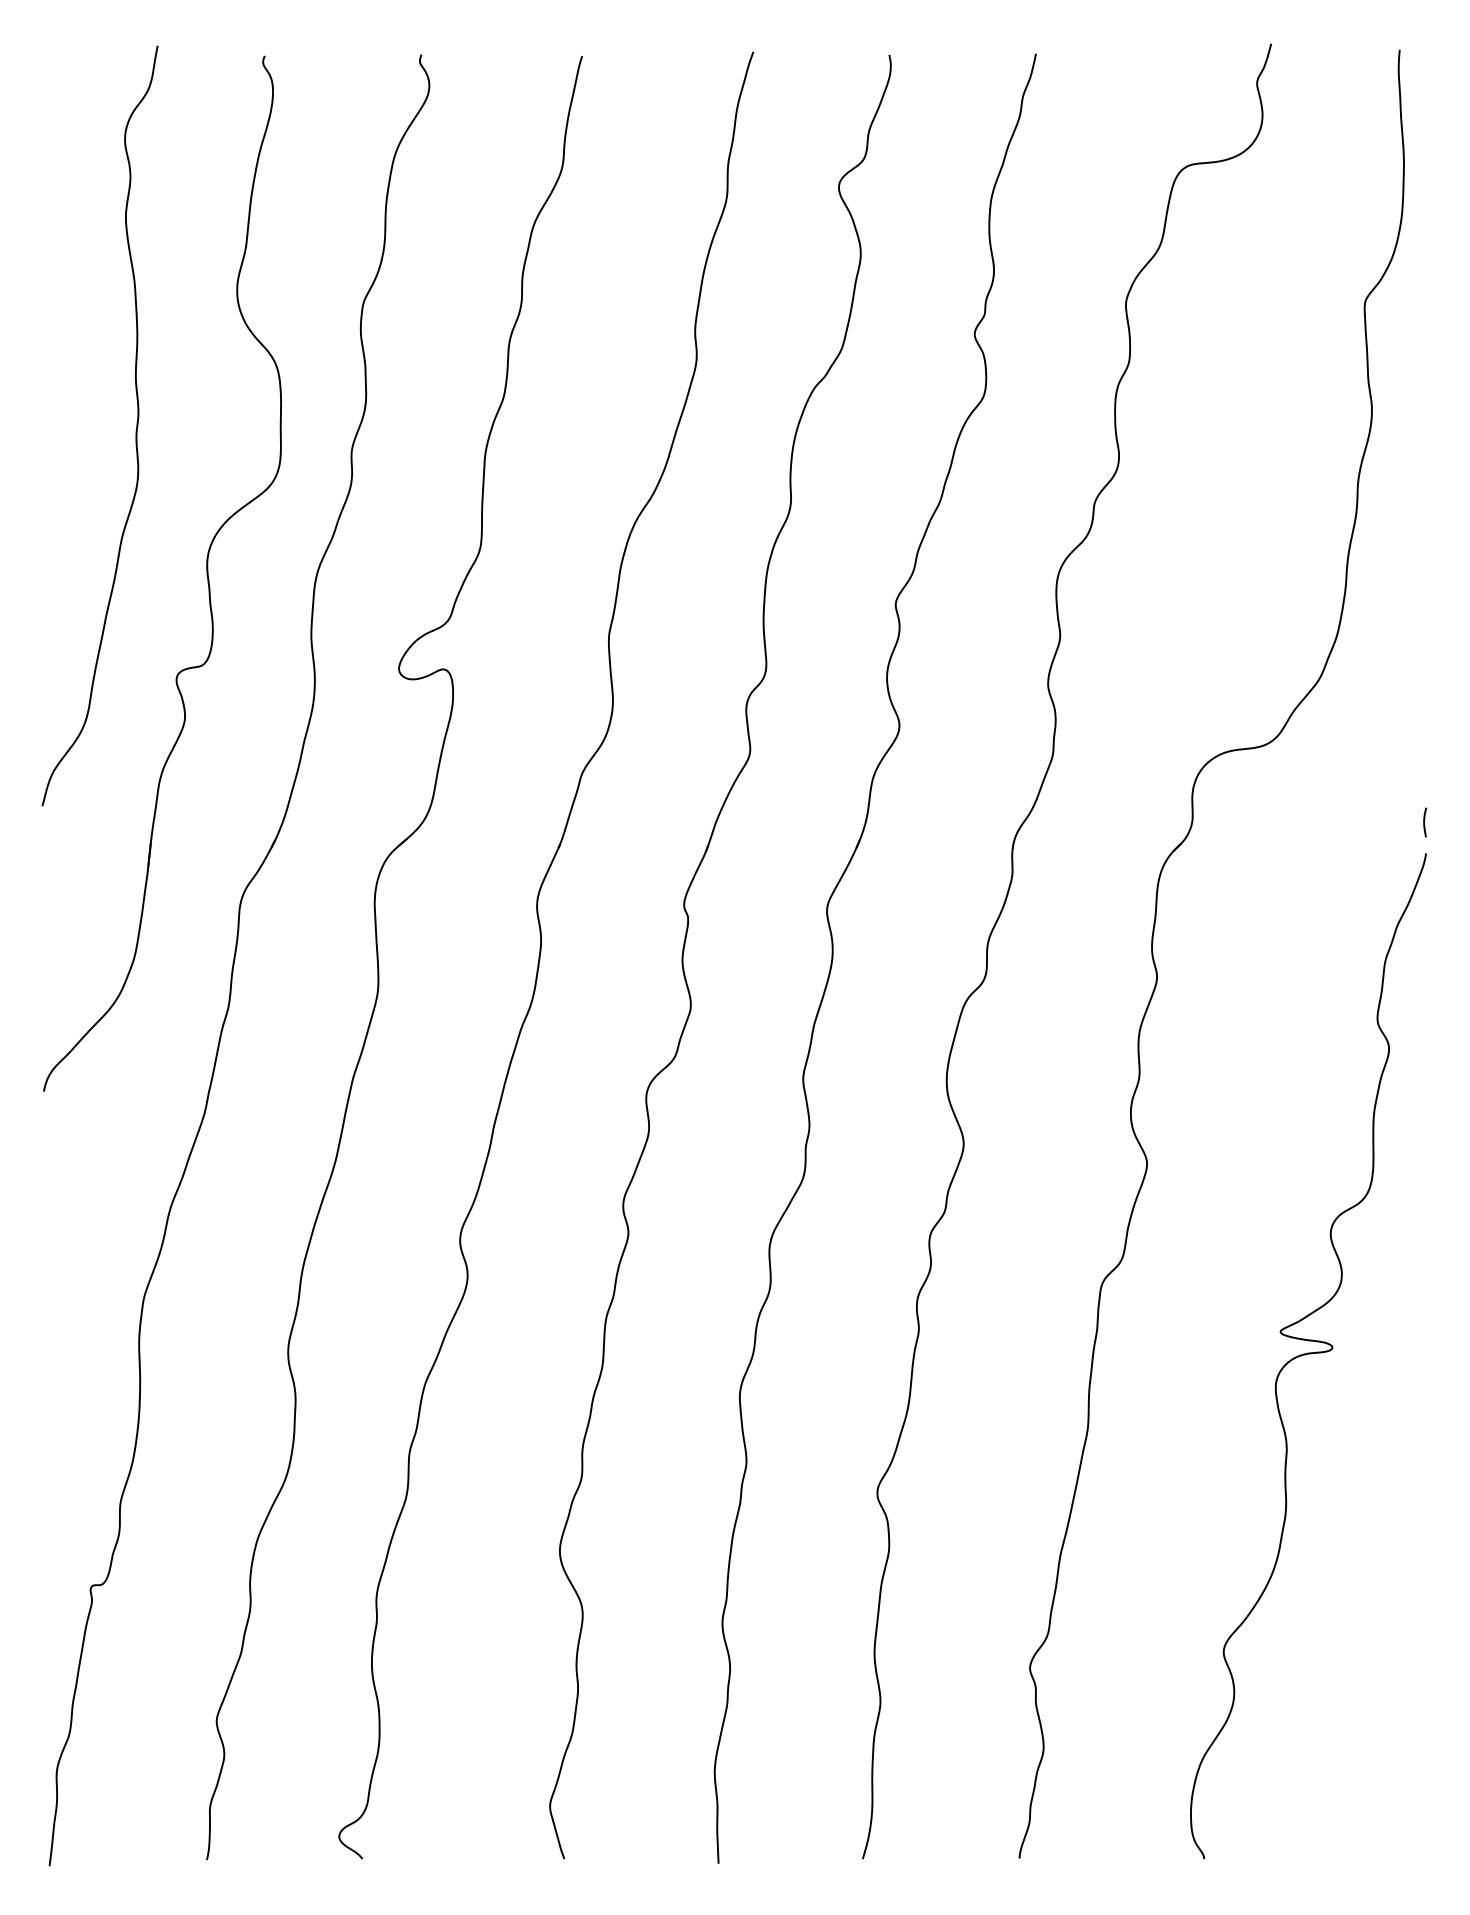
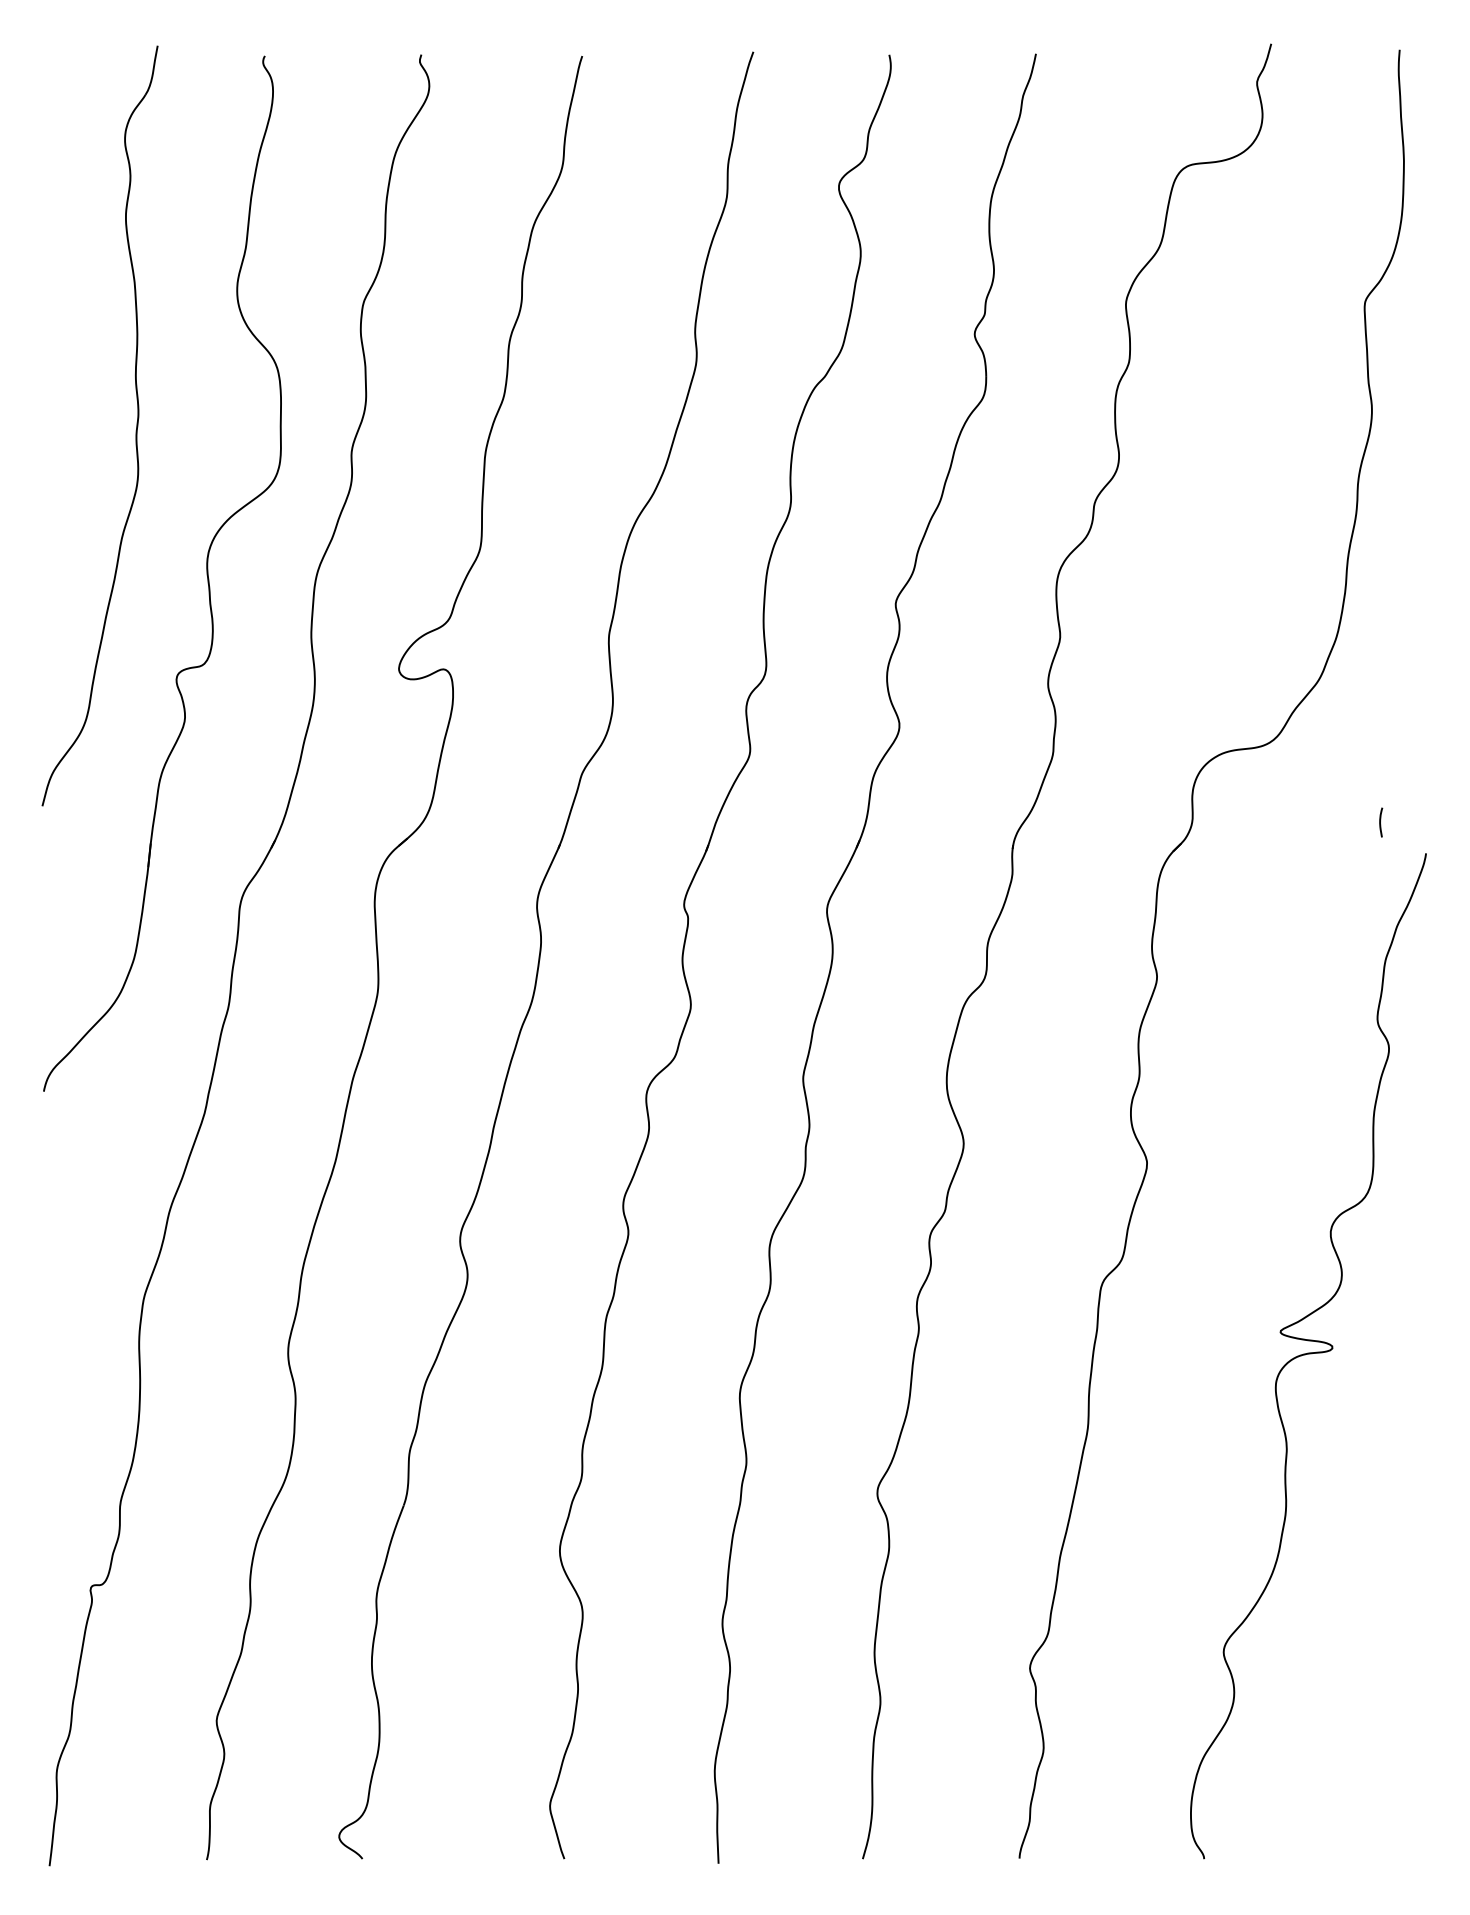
curve at (1424, 822) position: (1424, 822) -> (1380, 822)
